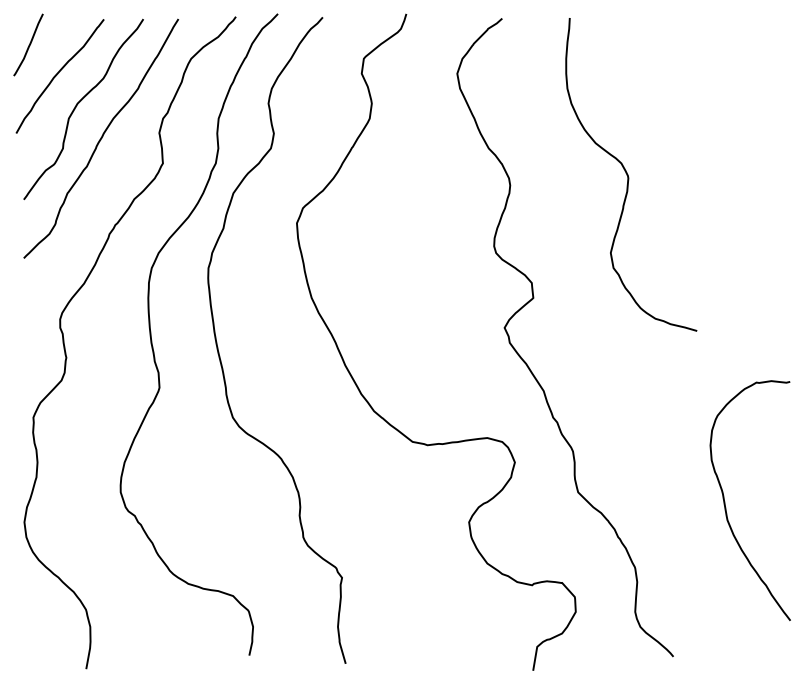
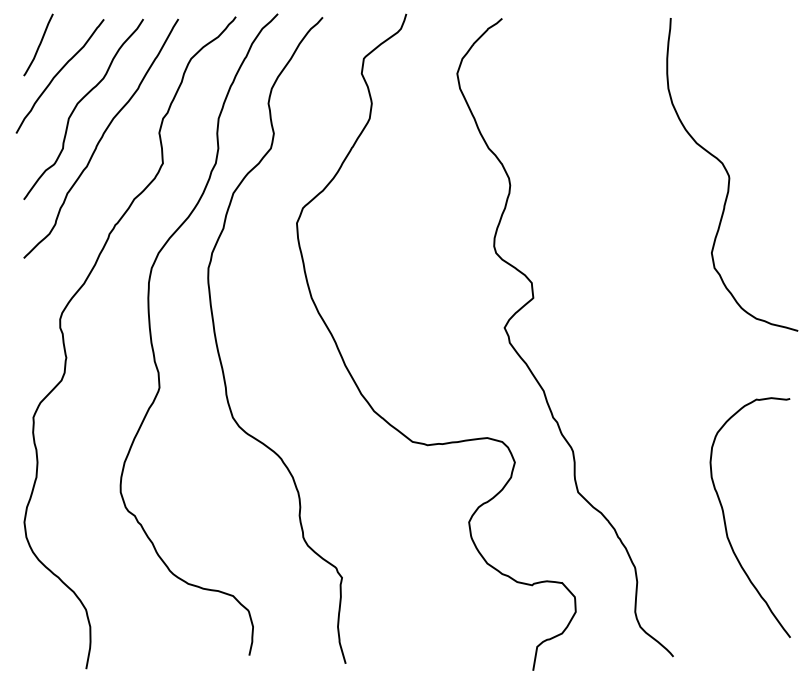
curve at (29, 44) position: (29, 44) -> (39, 44)
curve at (628, 174) position: (628, 174) -> (729, 174)
curve at (725, 501) position: (725, 501) -> (725, 518)
